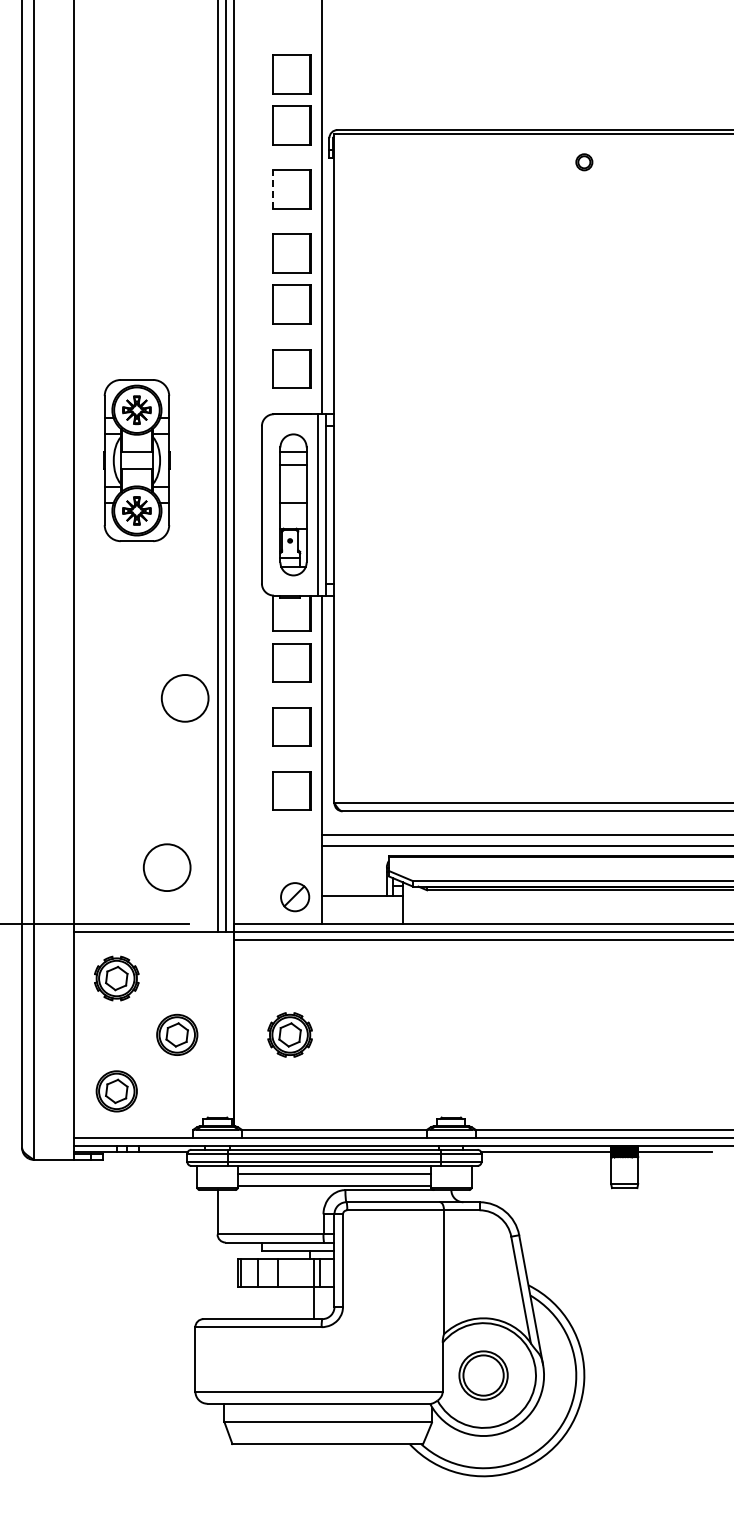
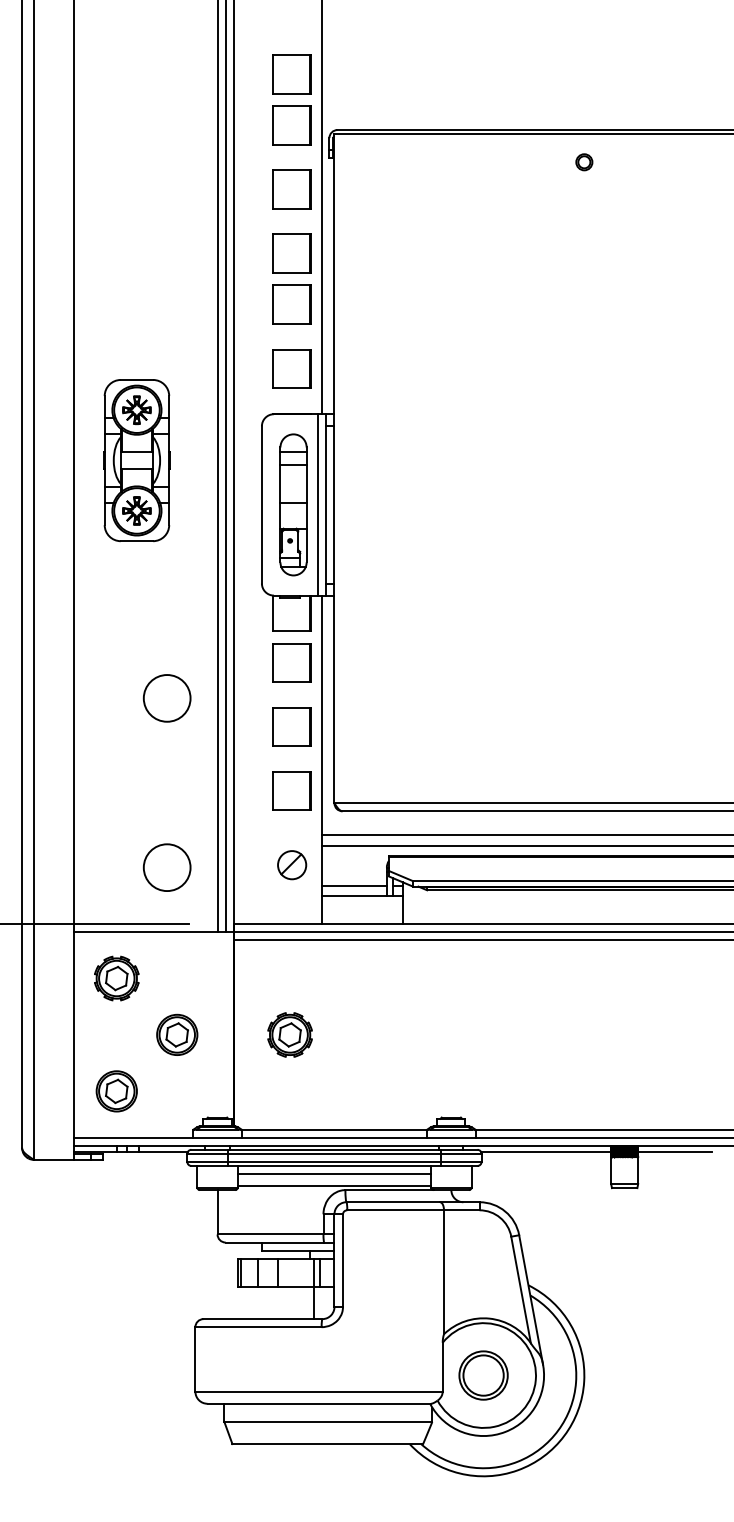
line at (272, 189): dashed -> solid
circle at (184, 698) position: (184, 698) -> (166, 698)
line at (354, 885): none -> present
part at (295, 897) position: (295, 897) -> (292, 865)
